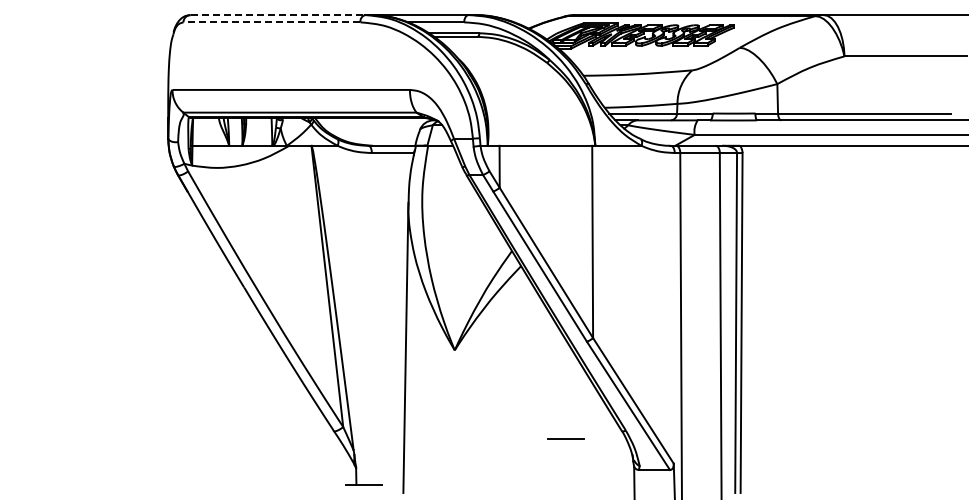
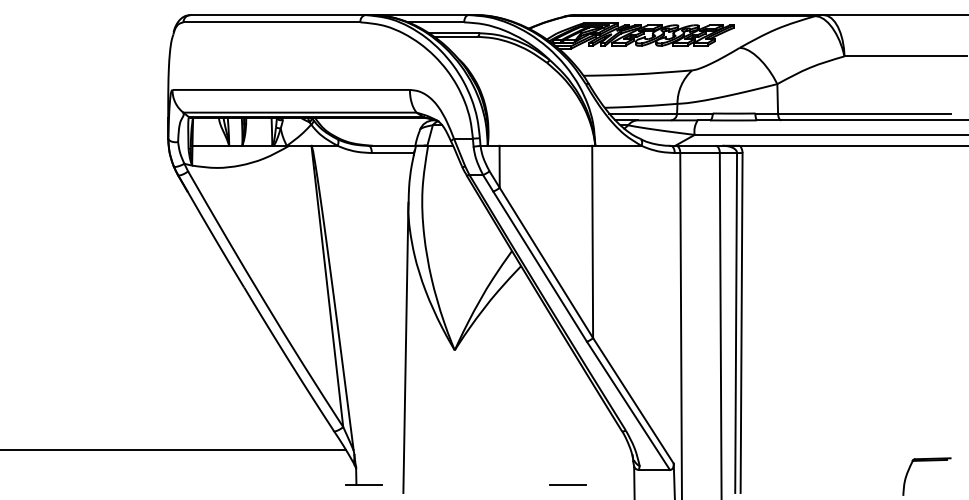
line at (278, 15): dashed -> solid
line at (271, 22): dashed -> solid
line at (565, 438) position: (565, 438) -> (567, 484)
line at (173, 450): none -> present
part at (926, 461): none -> present
